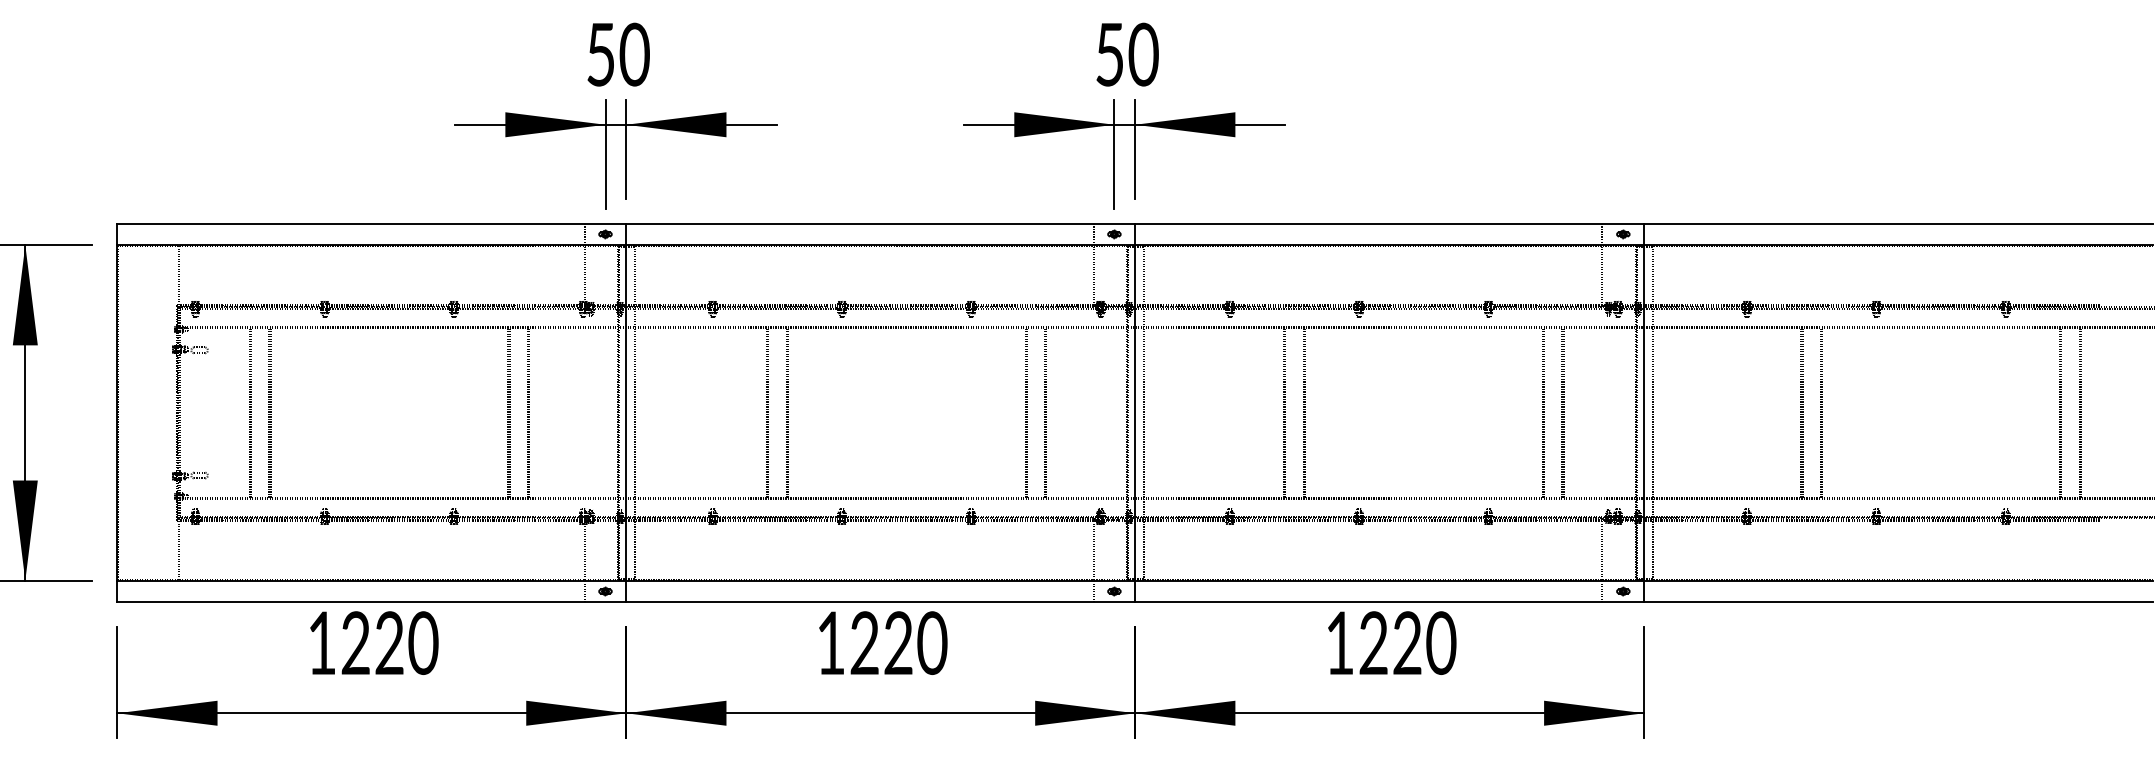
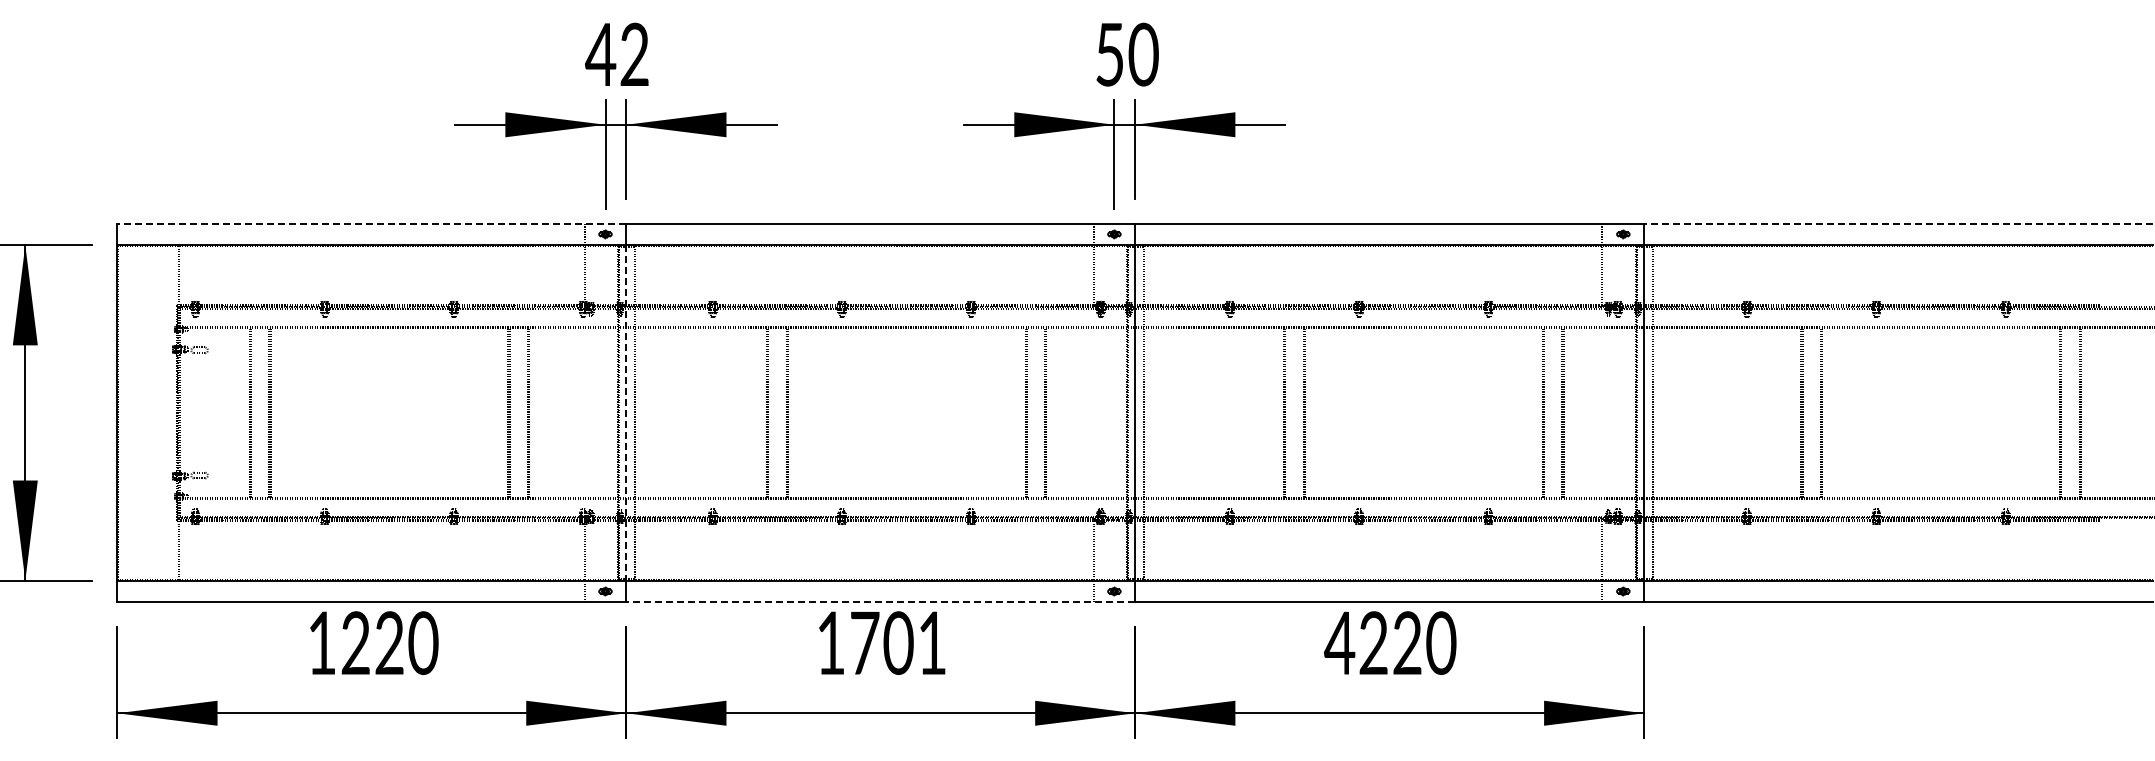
text at (617, 54): 50 -> 42
line at (371, 223): solid -> dashed
line at (1898, 223): solid -> dashed
line at (626, 412): solid -> dashed
line at (880, 601): solid -> dashed
text at (1339, 642): 1220 -> 4220
text at (898, 643): 1220 -> 1701
